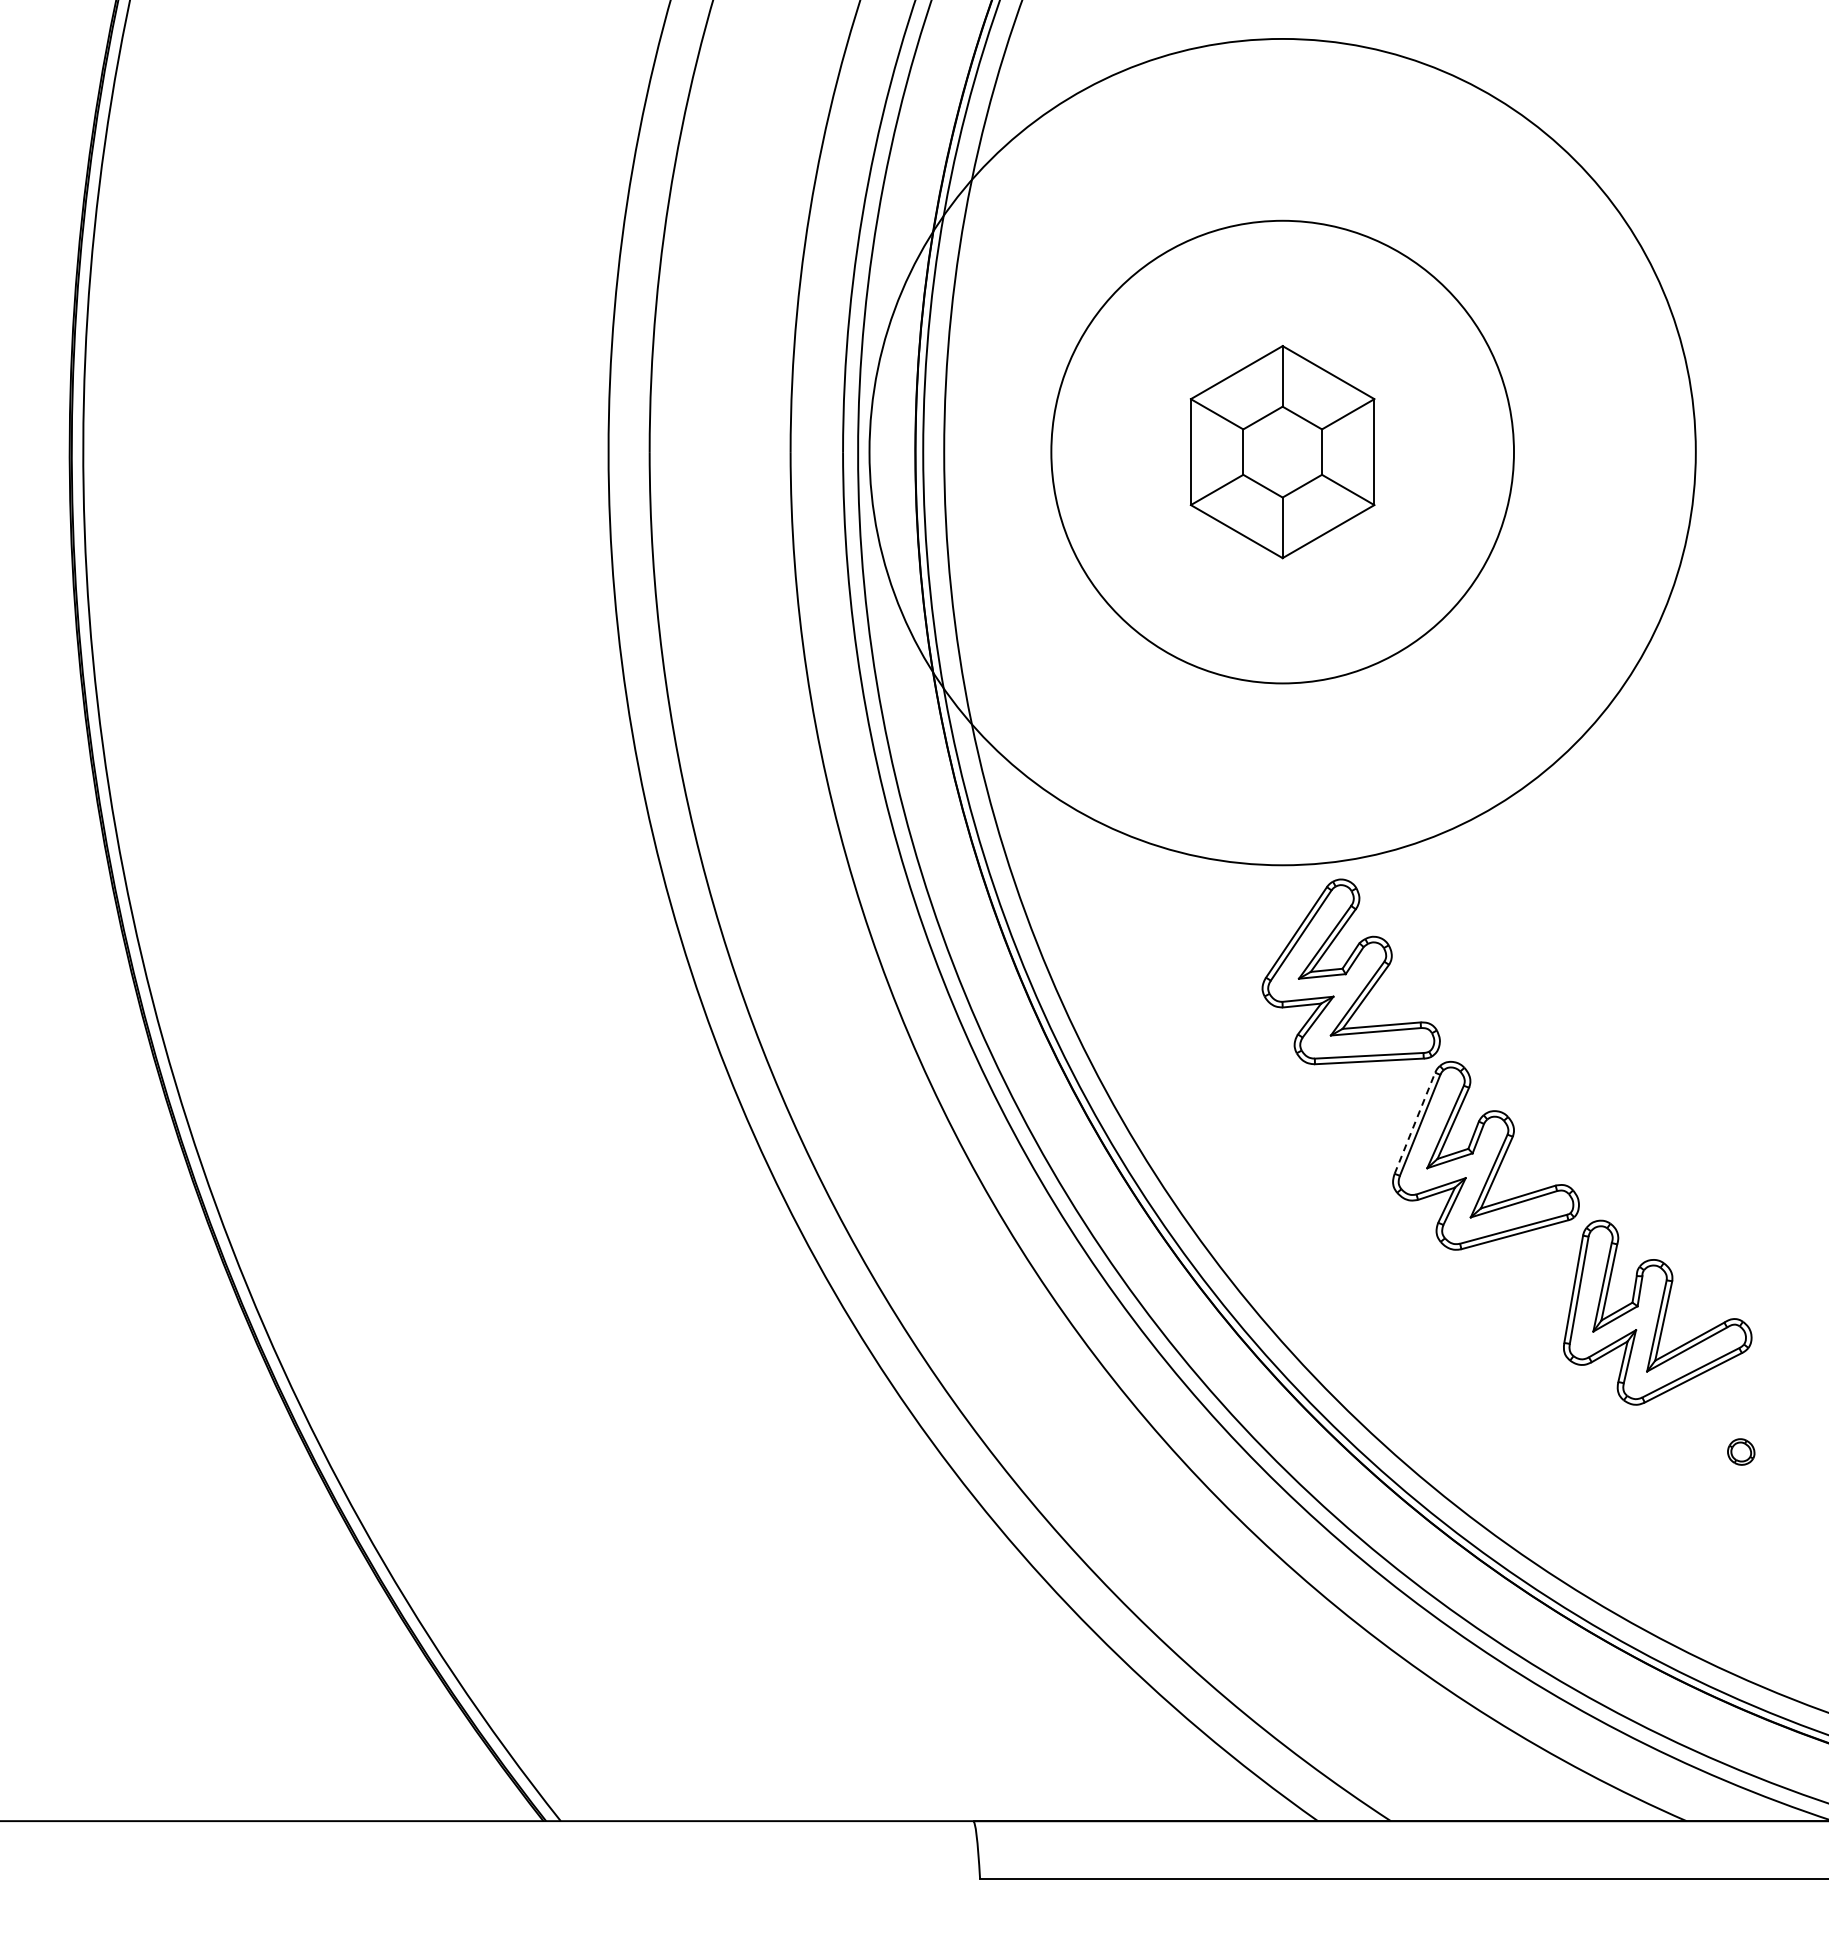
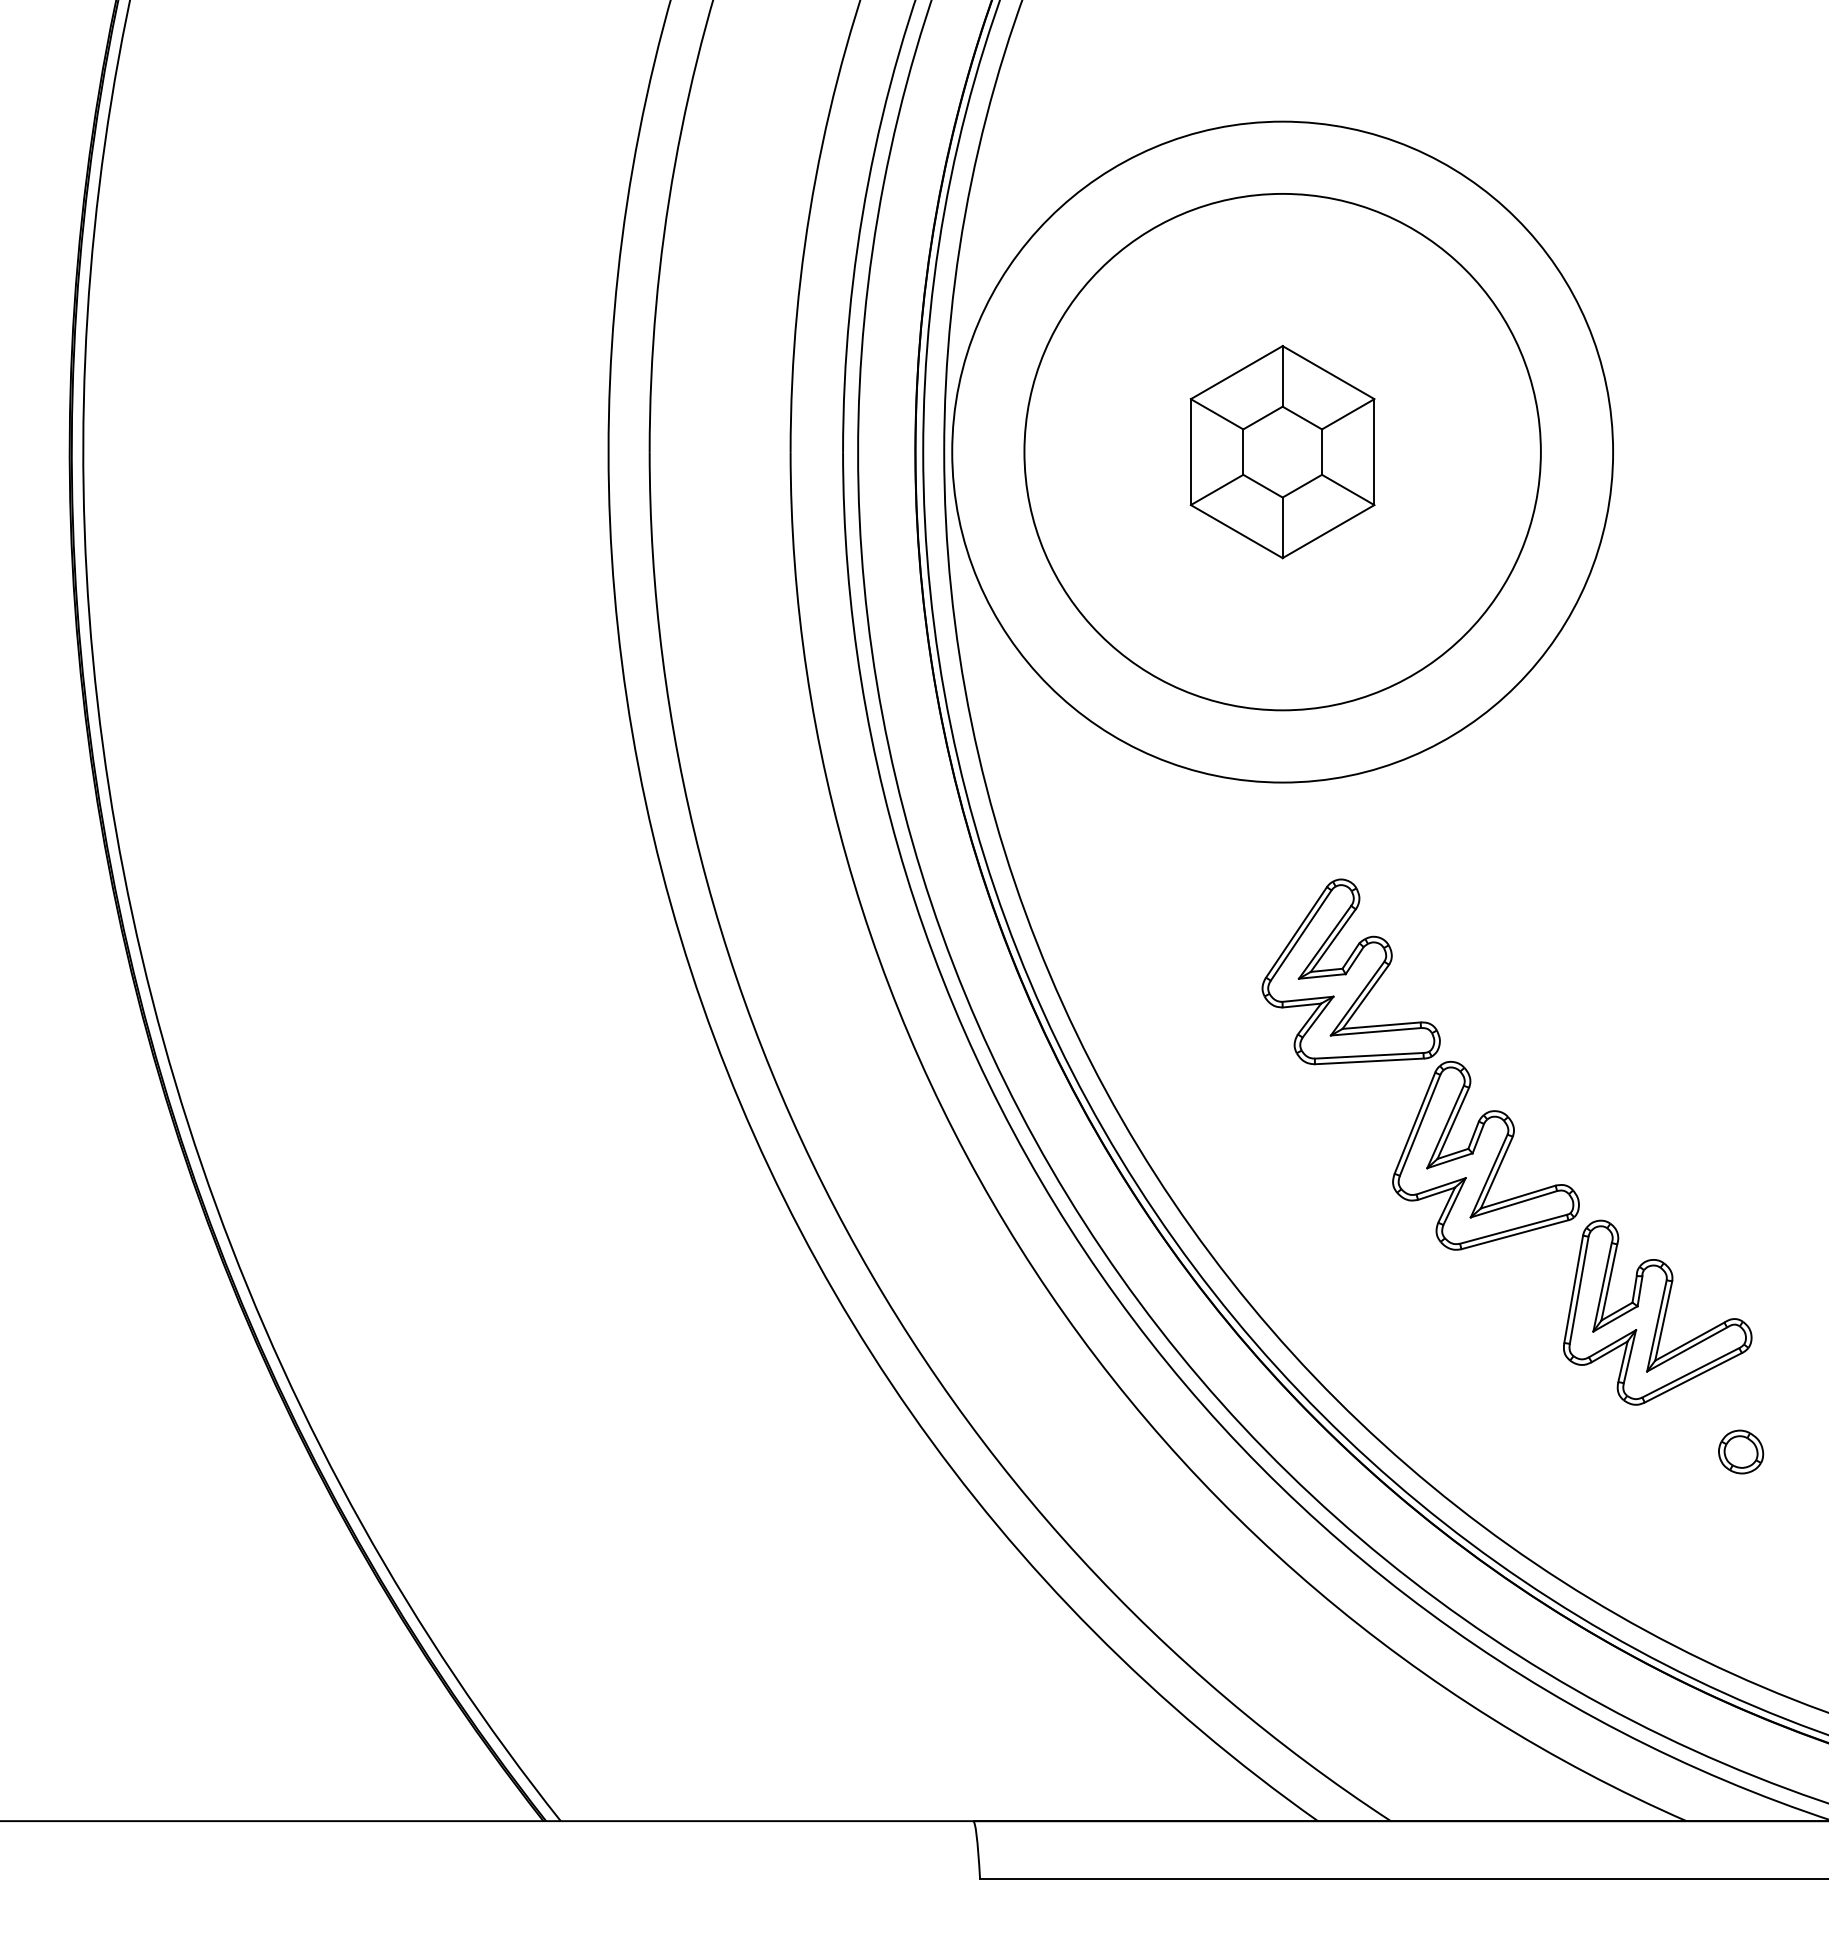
circle at (1282, 451) diameter: 463 px -> 661 px
circle at (1282, 451) diameter: 826 px -> 516 px
line at (1415, 1122): dashed -> solid
part at (1741, 1451) size: 29x28 px -> 47x46 px
